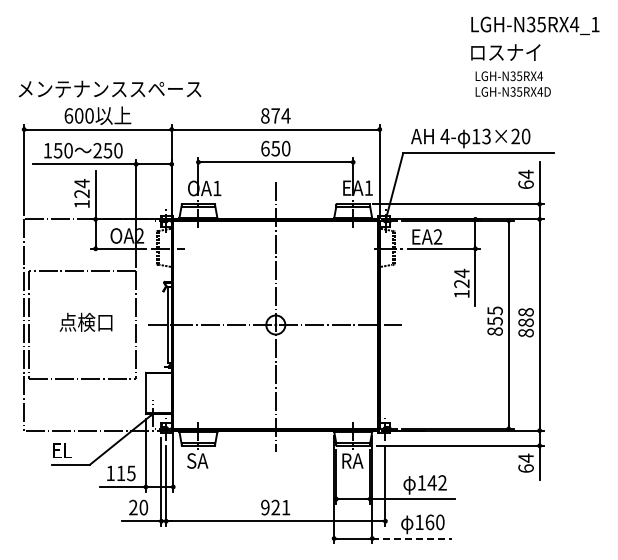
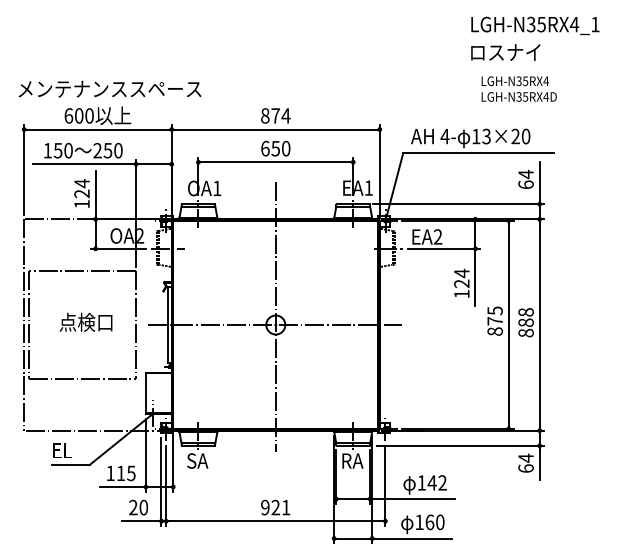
text at (512, 83) position: (512, 83) -> (518, 88)
text at (494, 321): 855 -> 875
line at (412, 538): dashed -> solid
